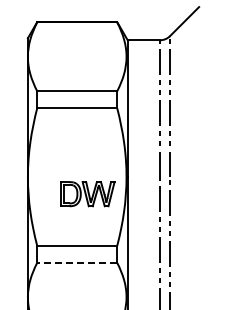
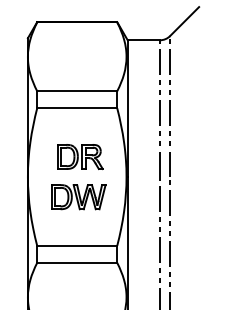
part at (80, 157): none -> present
part at (87, 194) position: (87, 194) -> (78, 197)
line at (76, 262): dashed -> solid
